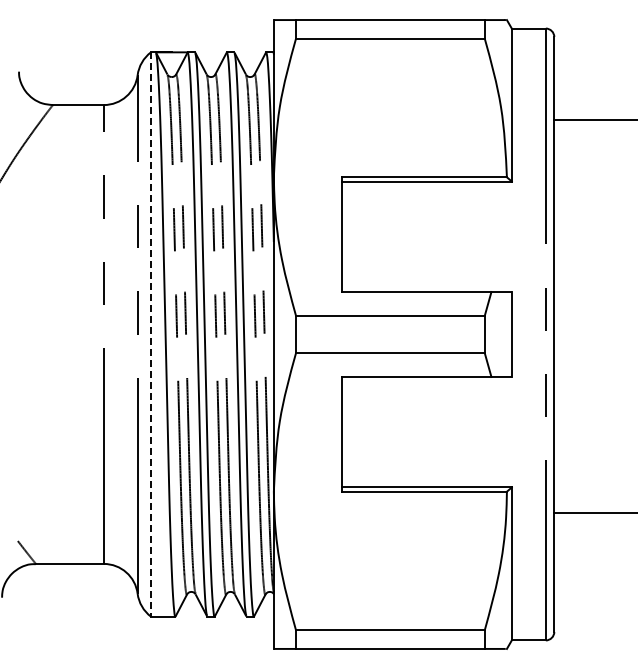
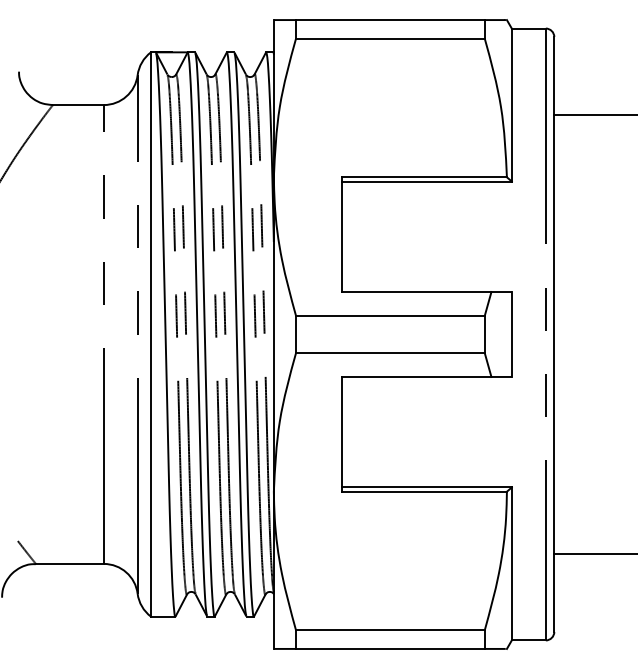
line at (594, 120) position: (594, 120) -> (594, 115)
line at (150, 335): dashed -> solid
line at (594, 512) position: (594, 512) -> (594, 553)
